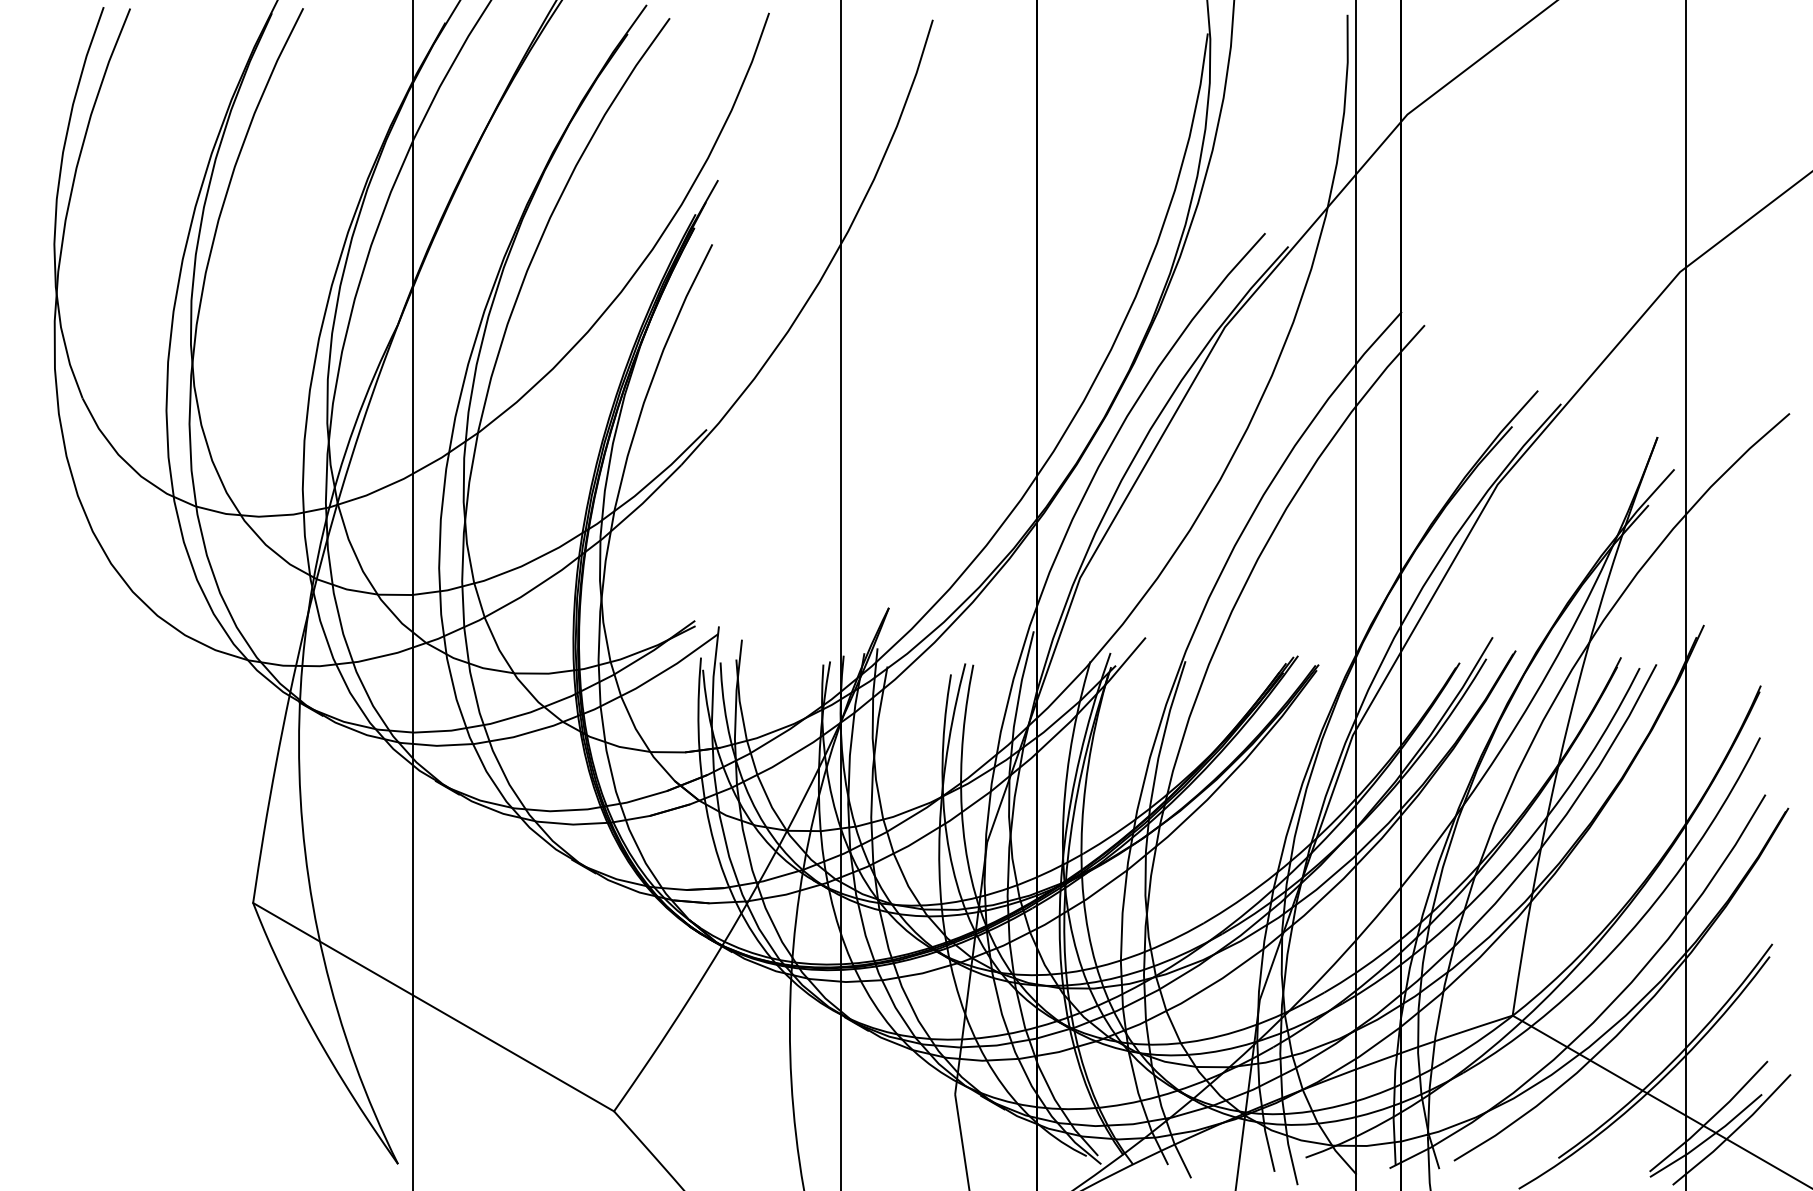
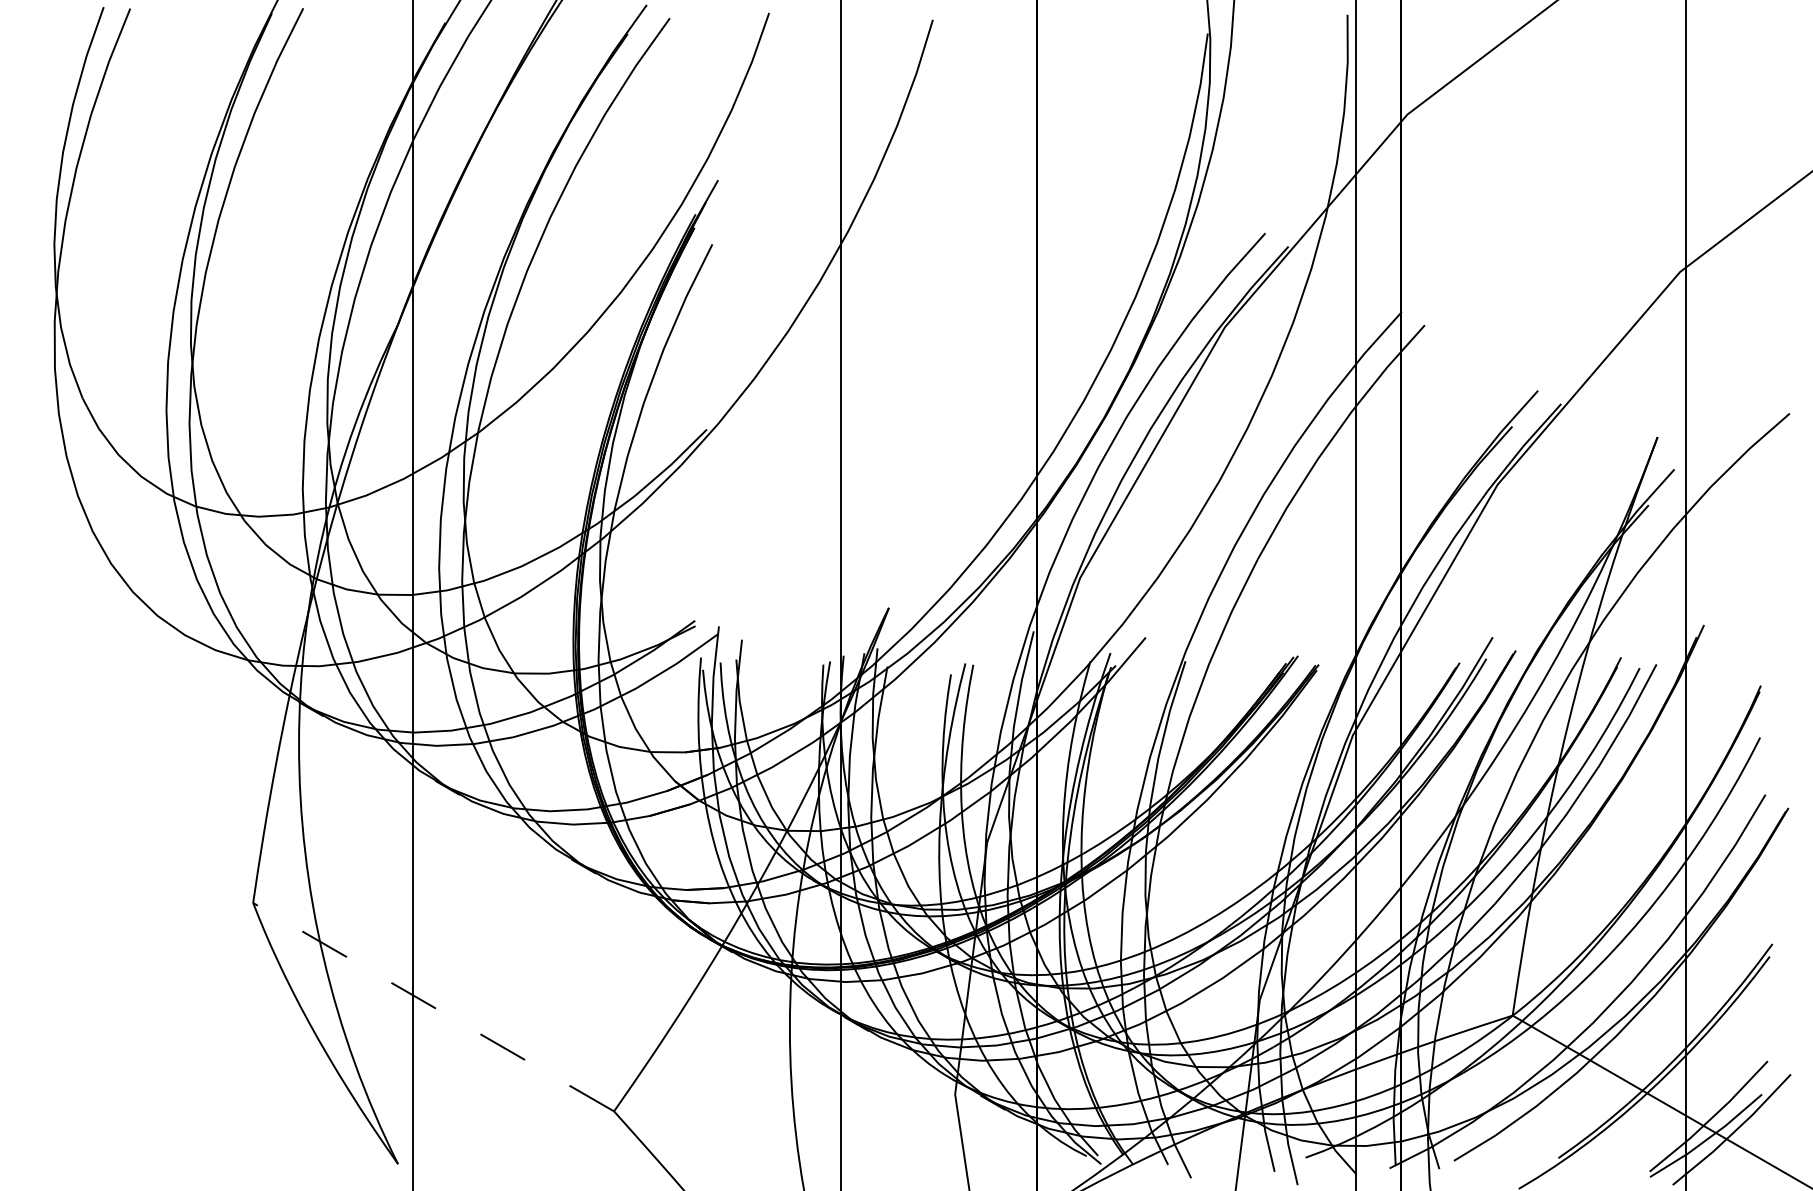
line at (433, 1006): solid -> dashed
